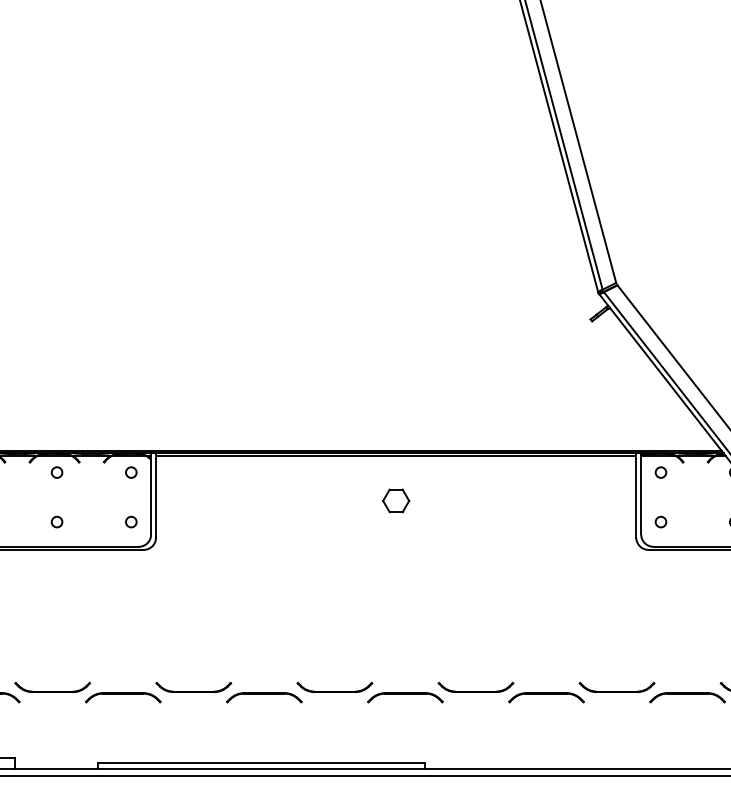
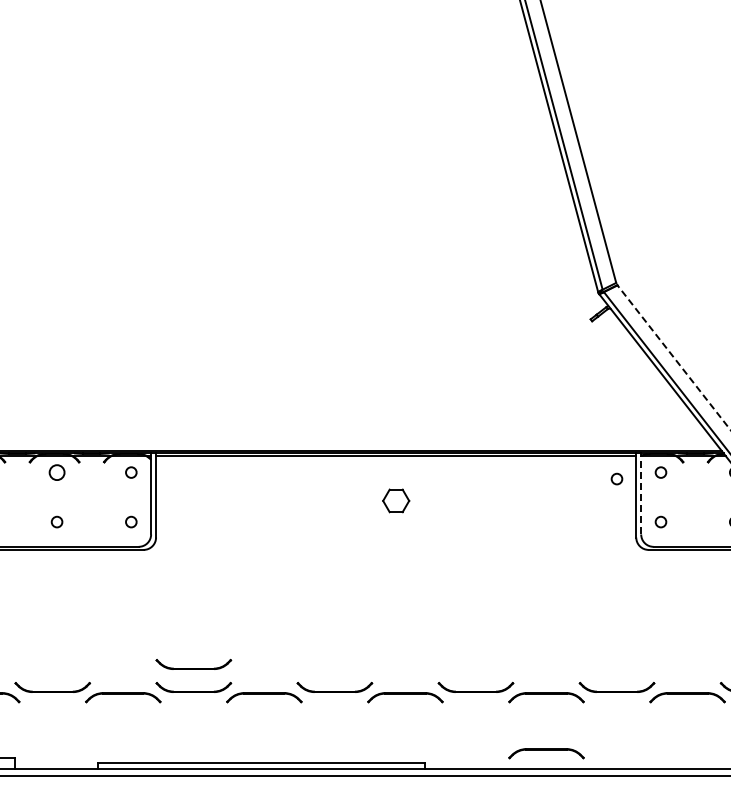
line at (674, 357): solid -> dashed
circle at (56, 472) size: 14x13 px -> 18x17 px
circle at (616, 478): none -> present
line at (641, 494): solid -> dashed
part at (193, 664): none -> present
part at (546, 753): none -> present
